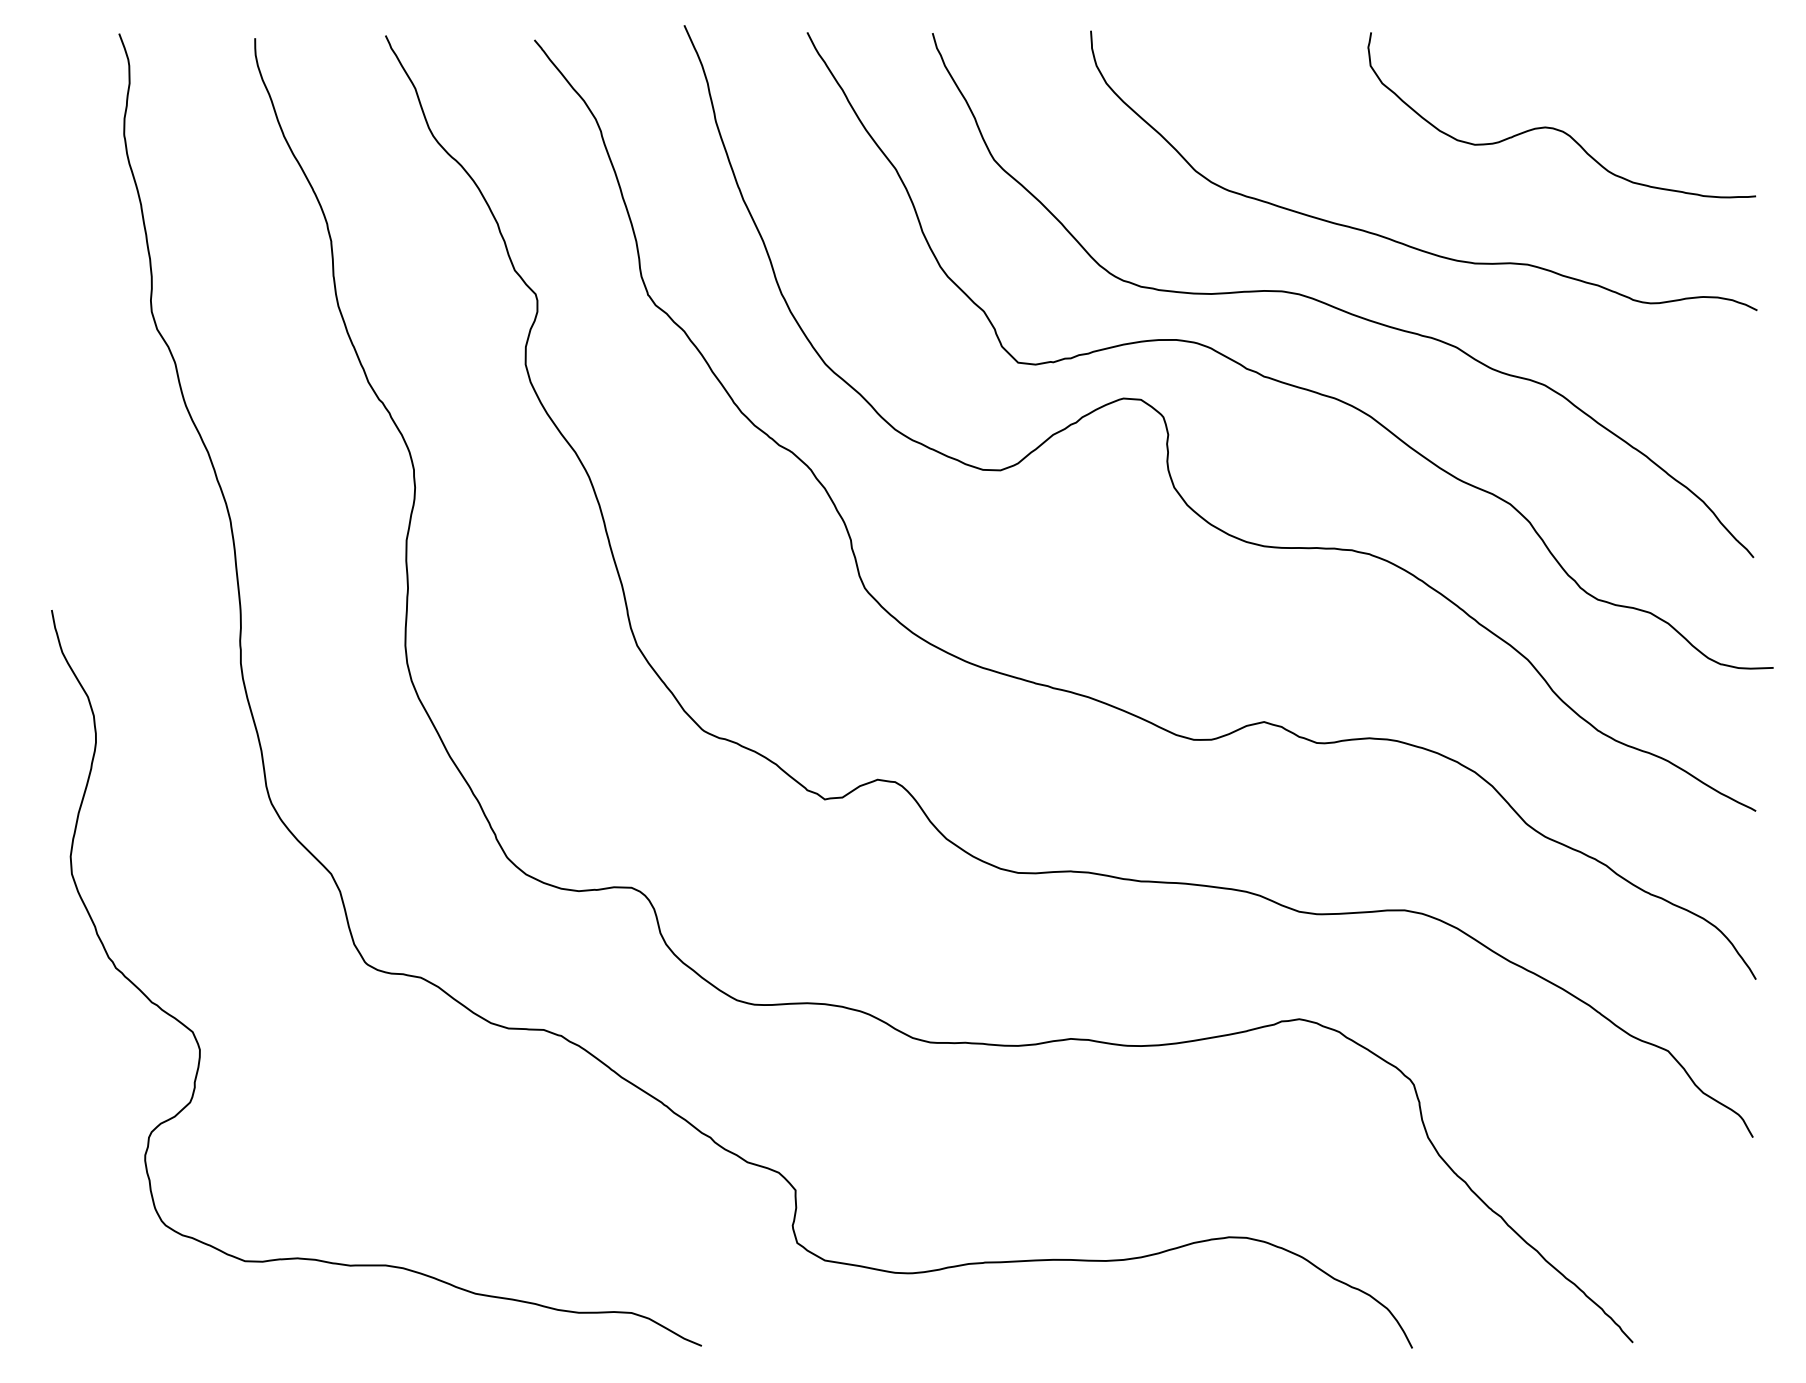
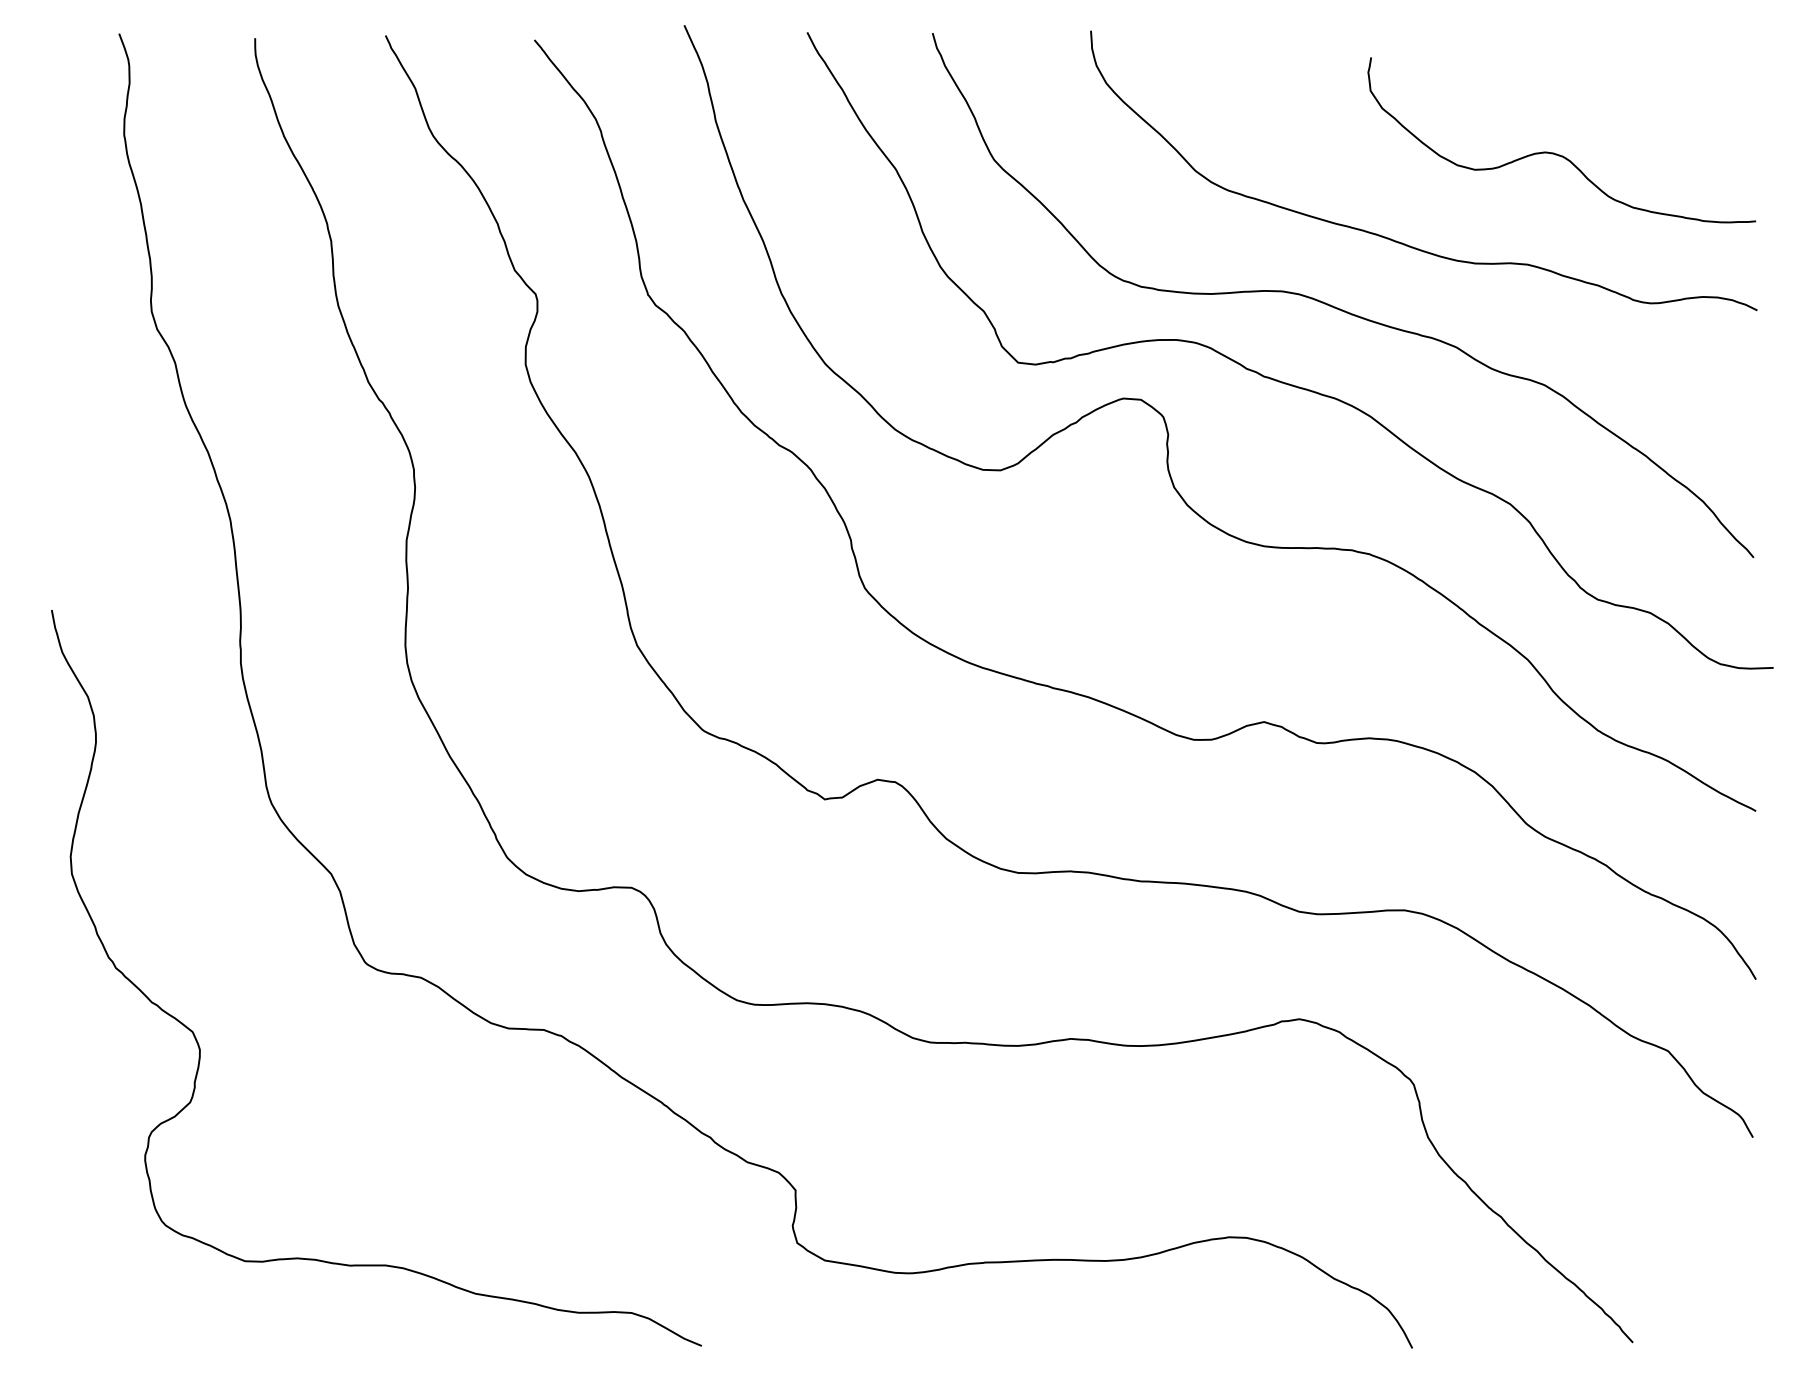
curve at (1557, 128) position: (1557, 128) -> (1557, 153)
